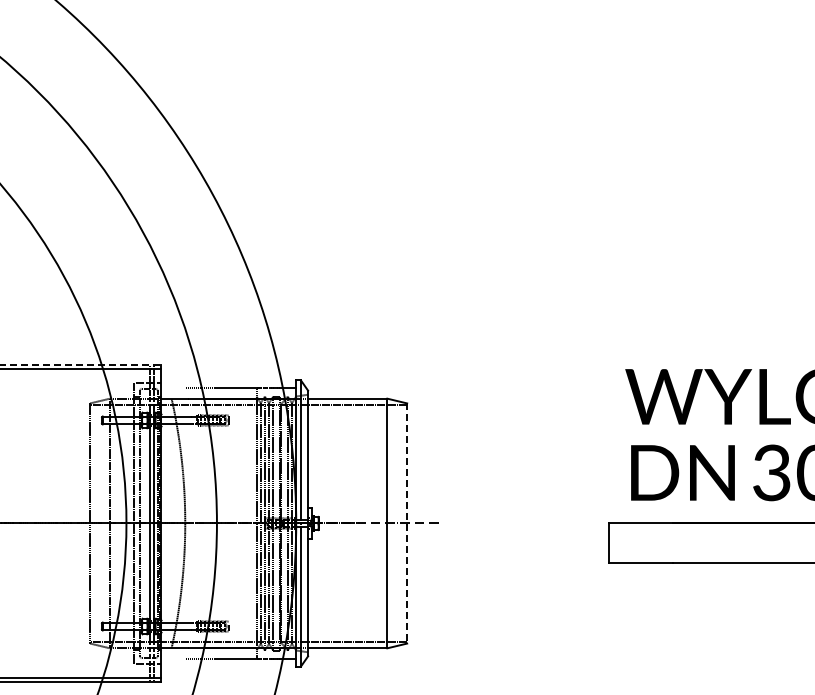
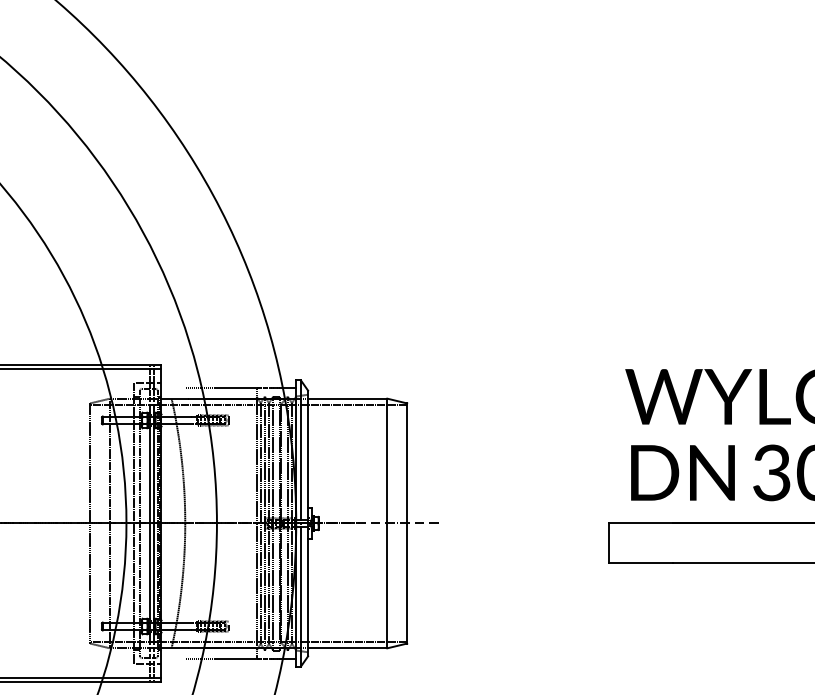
line at (80, 364): dashed -> solid
line at (407, 523): dashed -> solid
